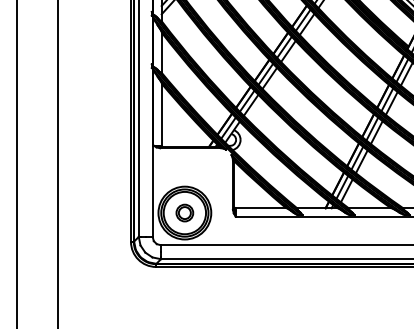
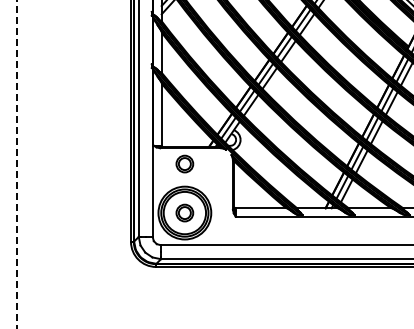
line at (58, 163): present -> none
part at (184, 163): none -> present
line at (16, 164): solid -> dashed
